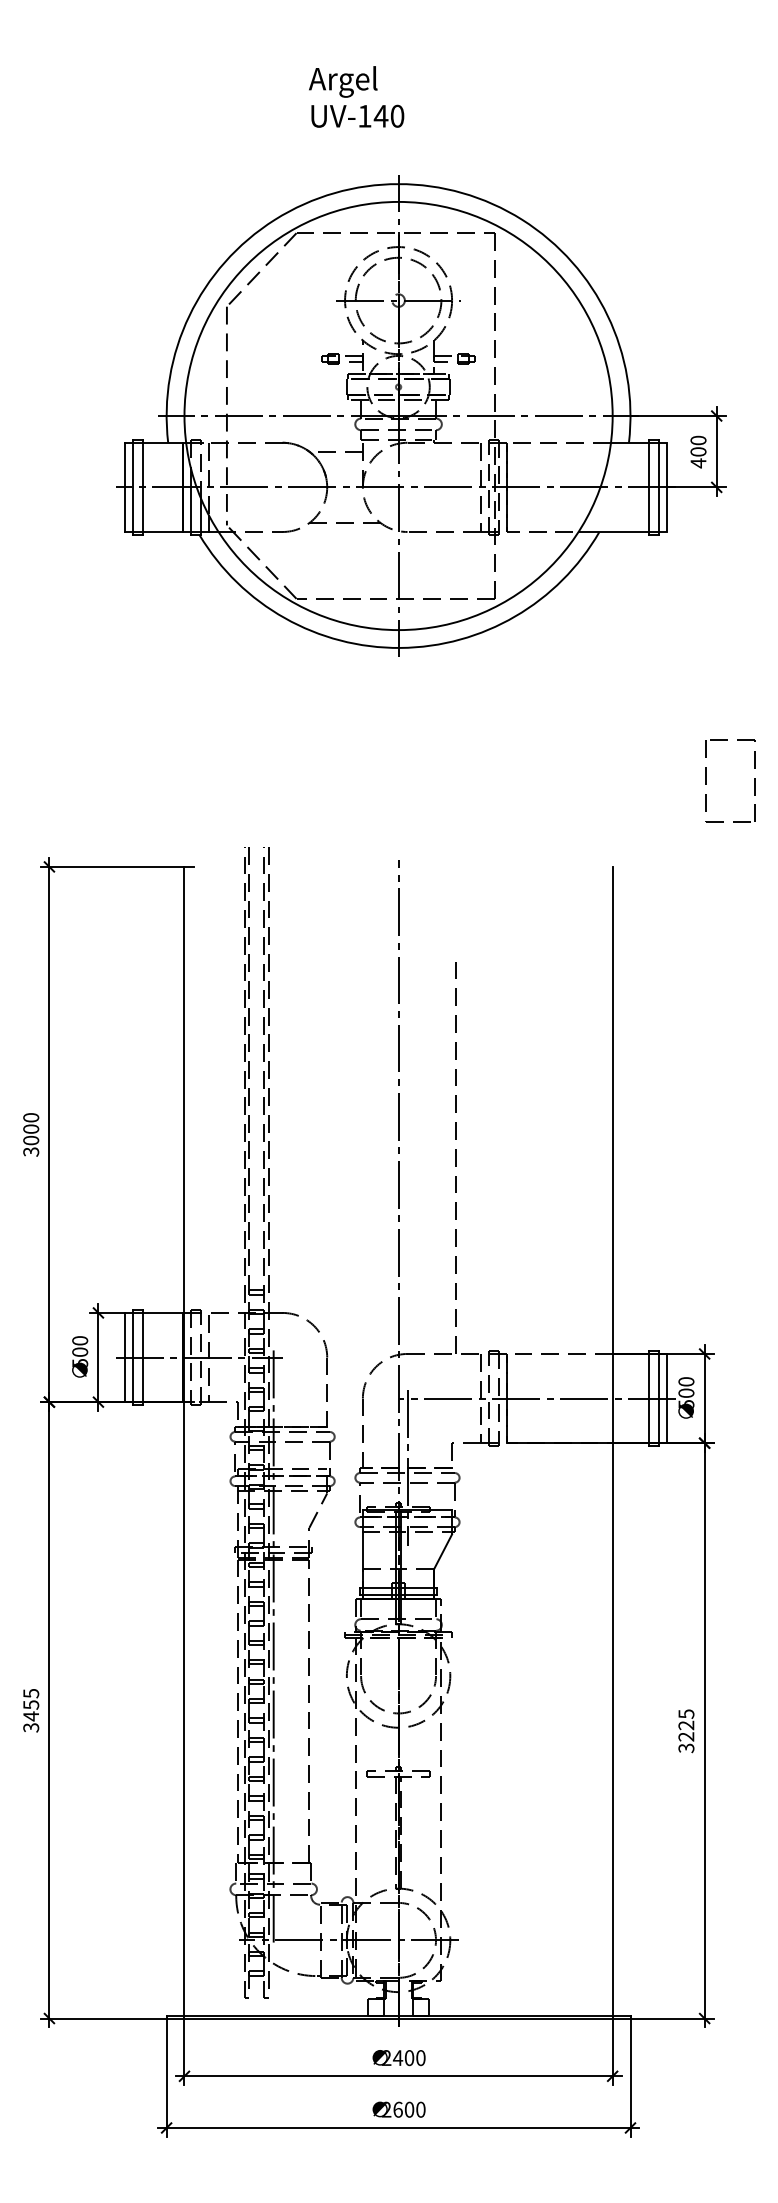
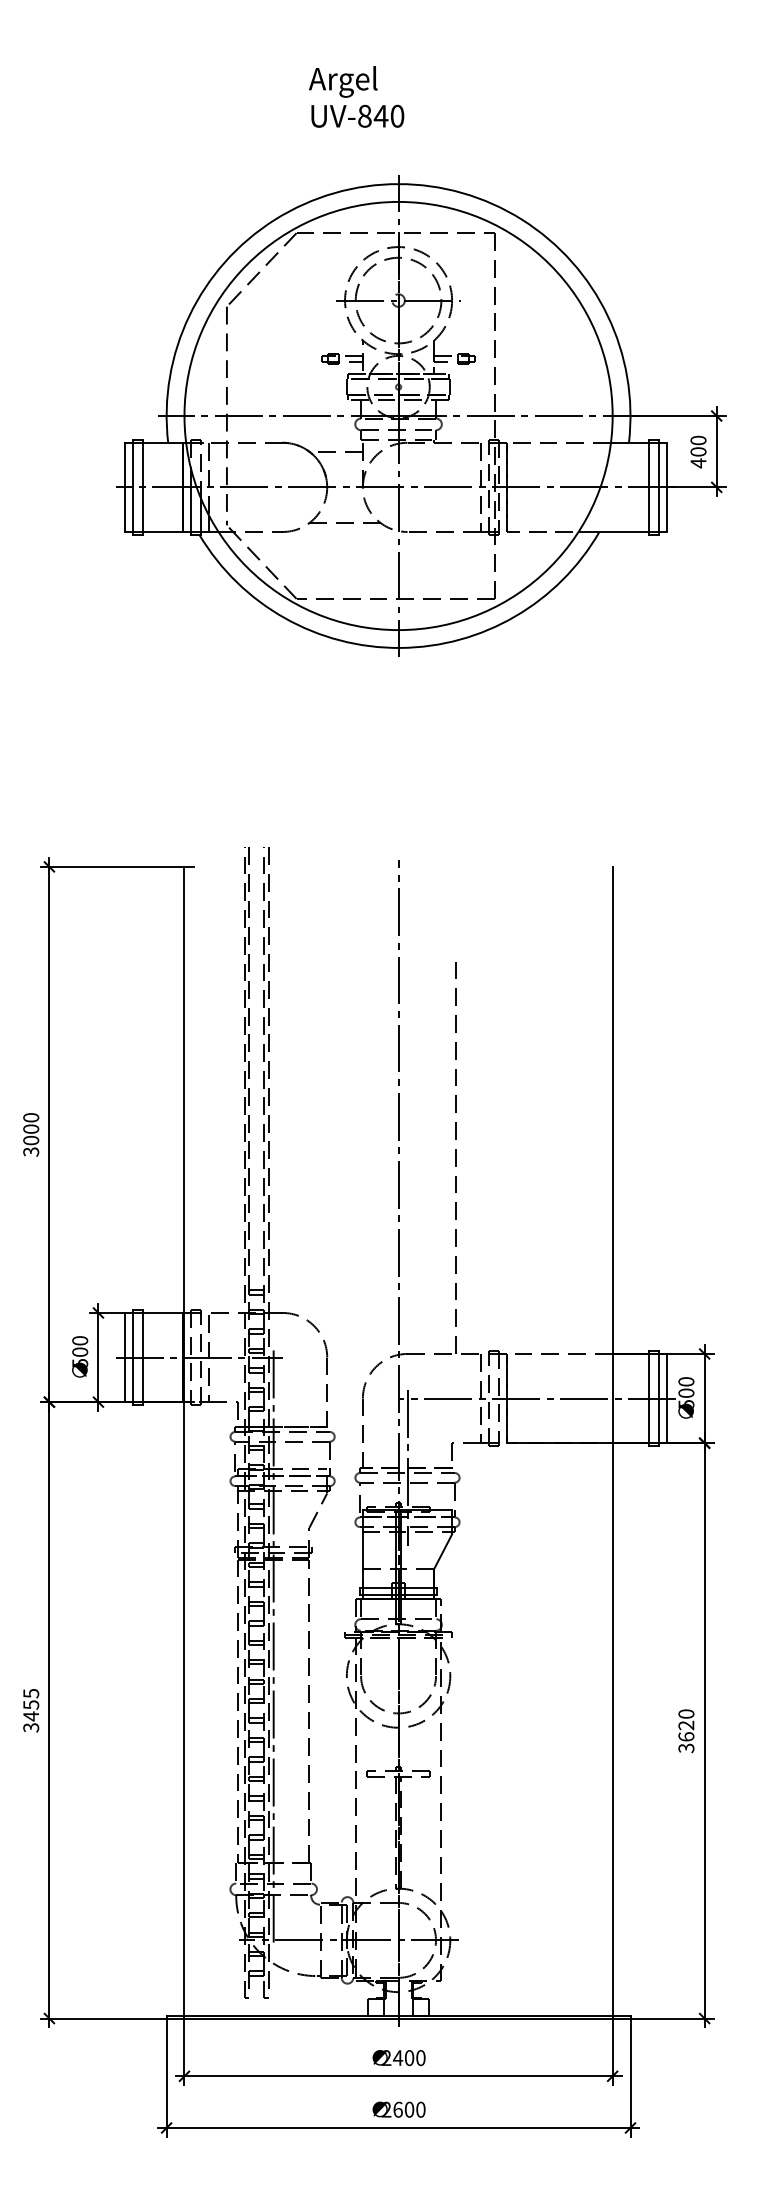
text at (364, 115): UV-140 -> UV-840
part at (706, 780): present -> none
text at (686, 1725): 3225 -> 3620
